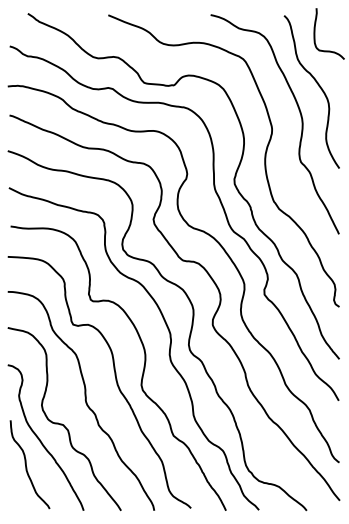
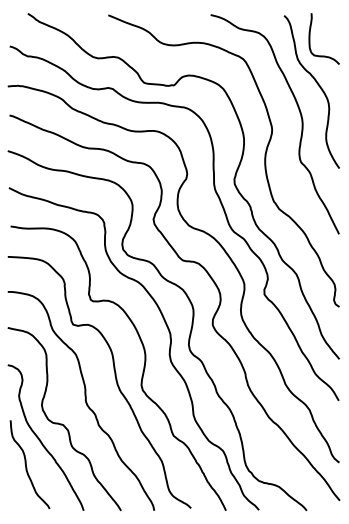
curve at (315, 33) position: (315, 33) -> (310, 38)
